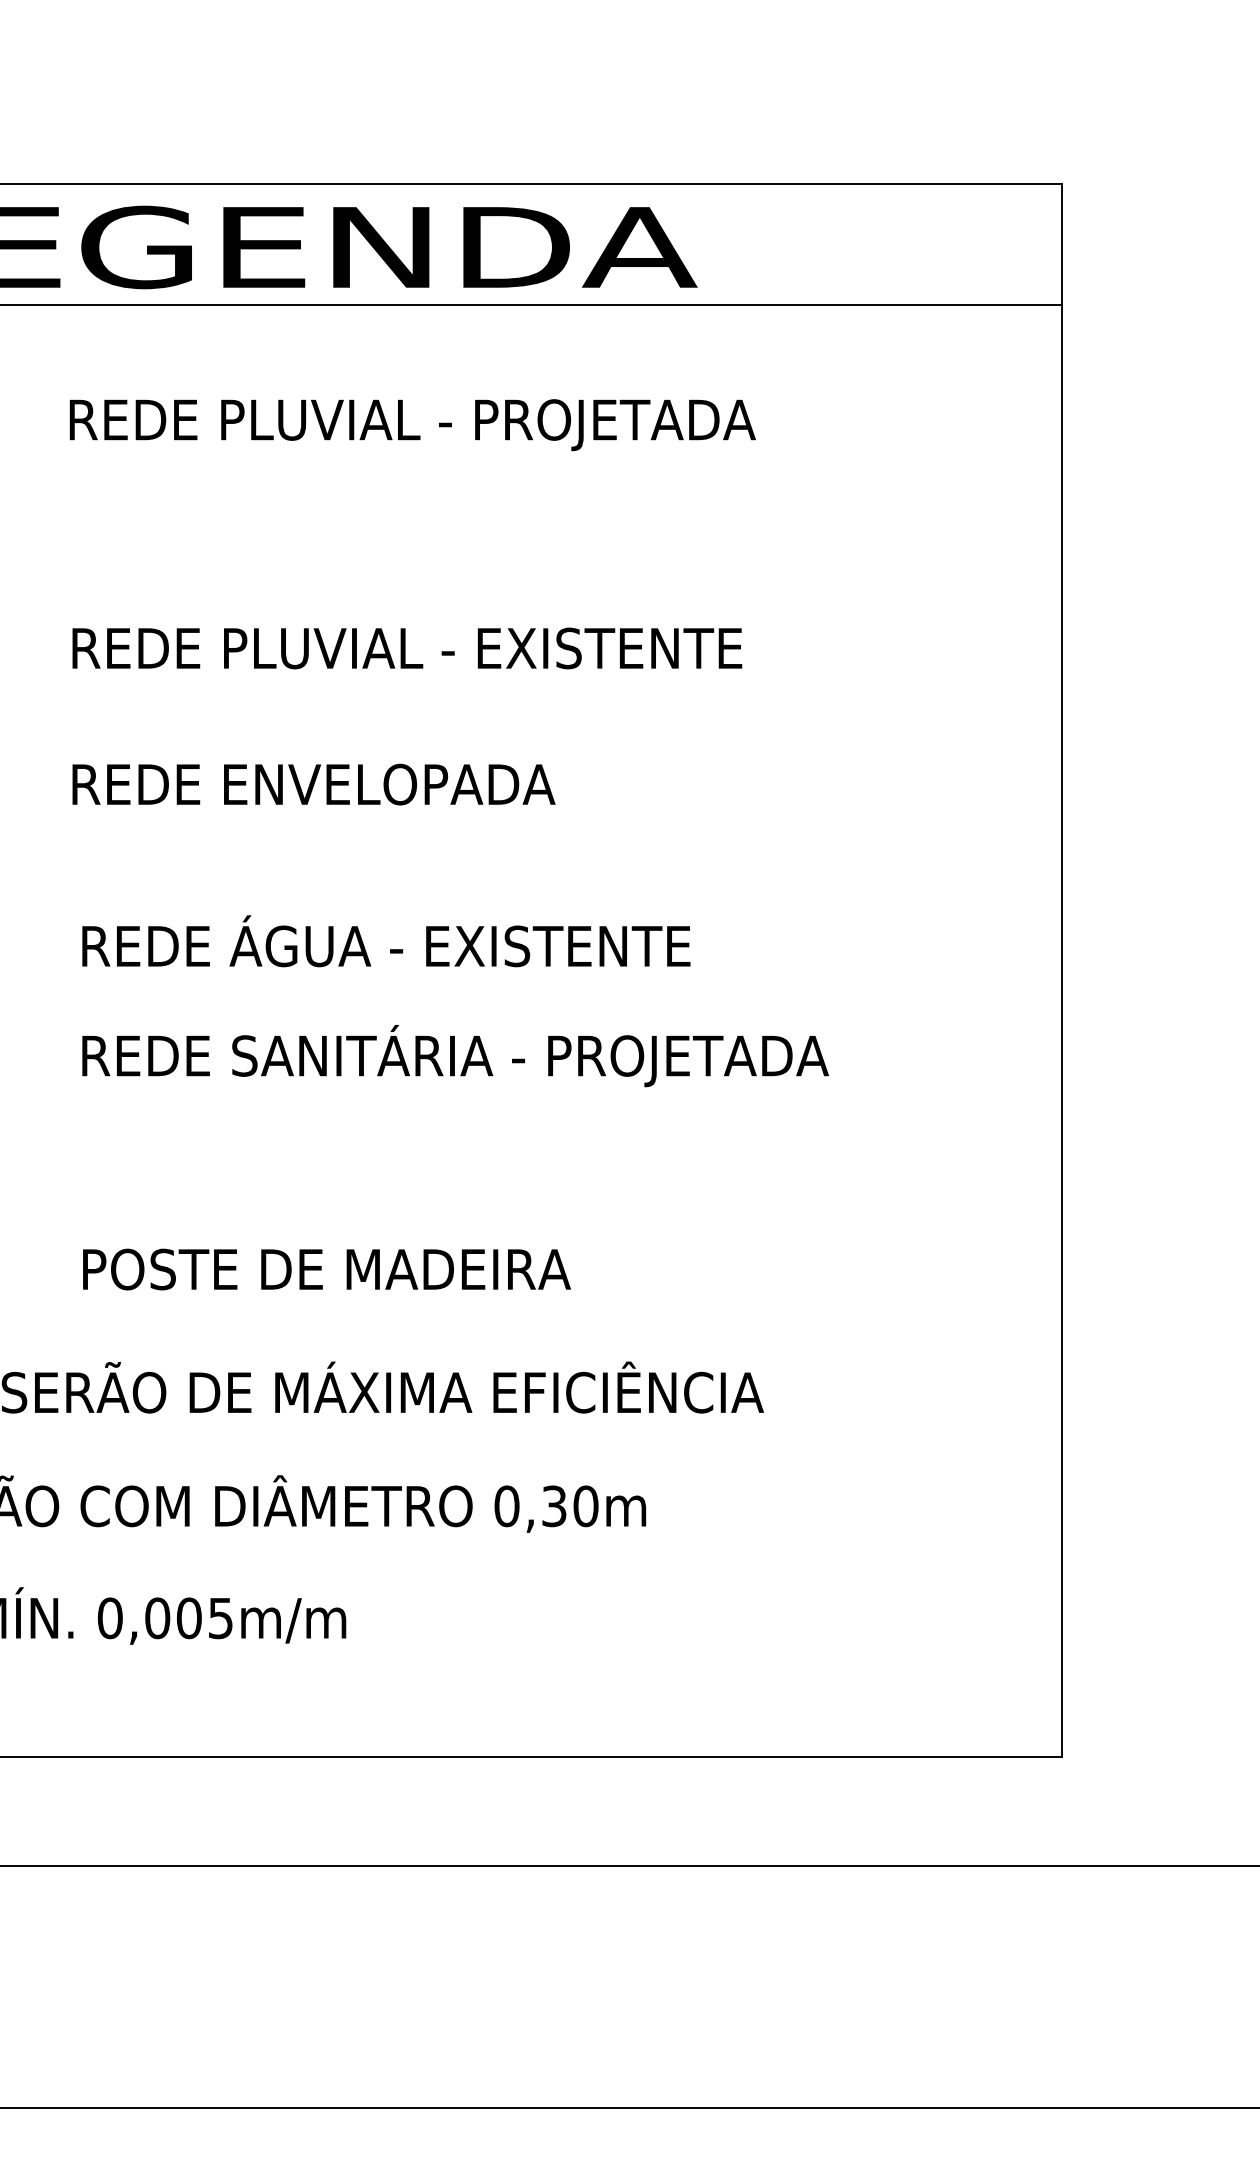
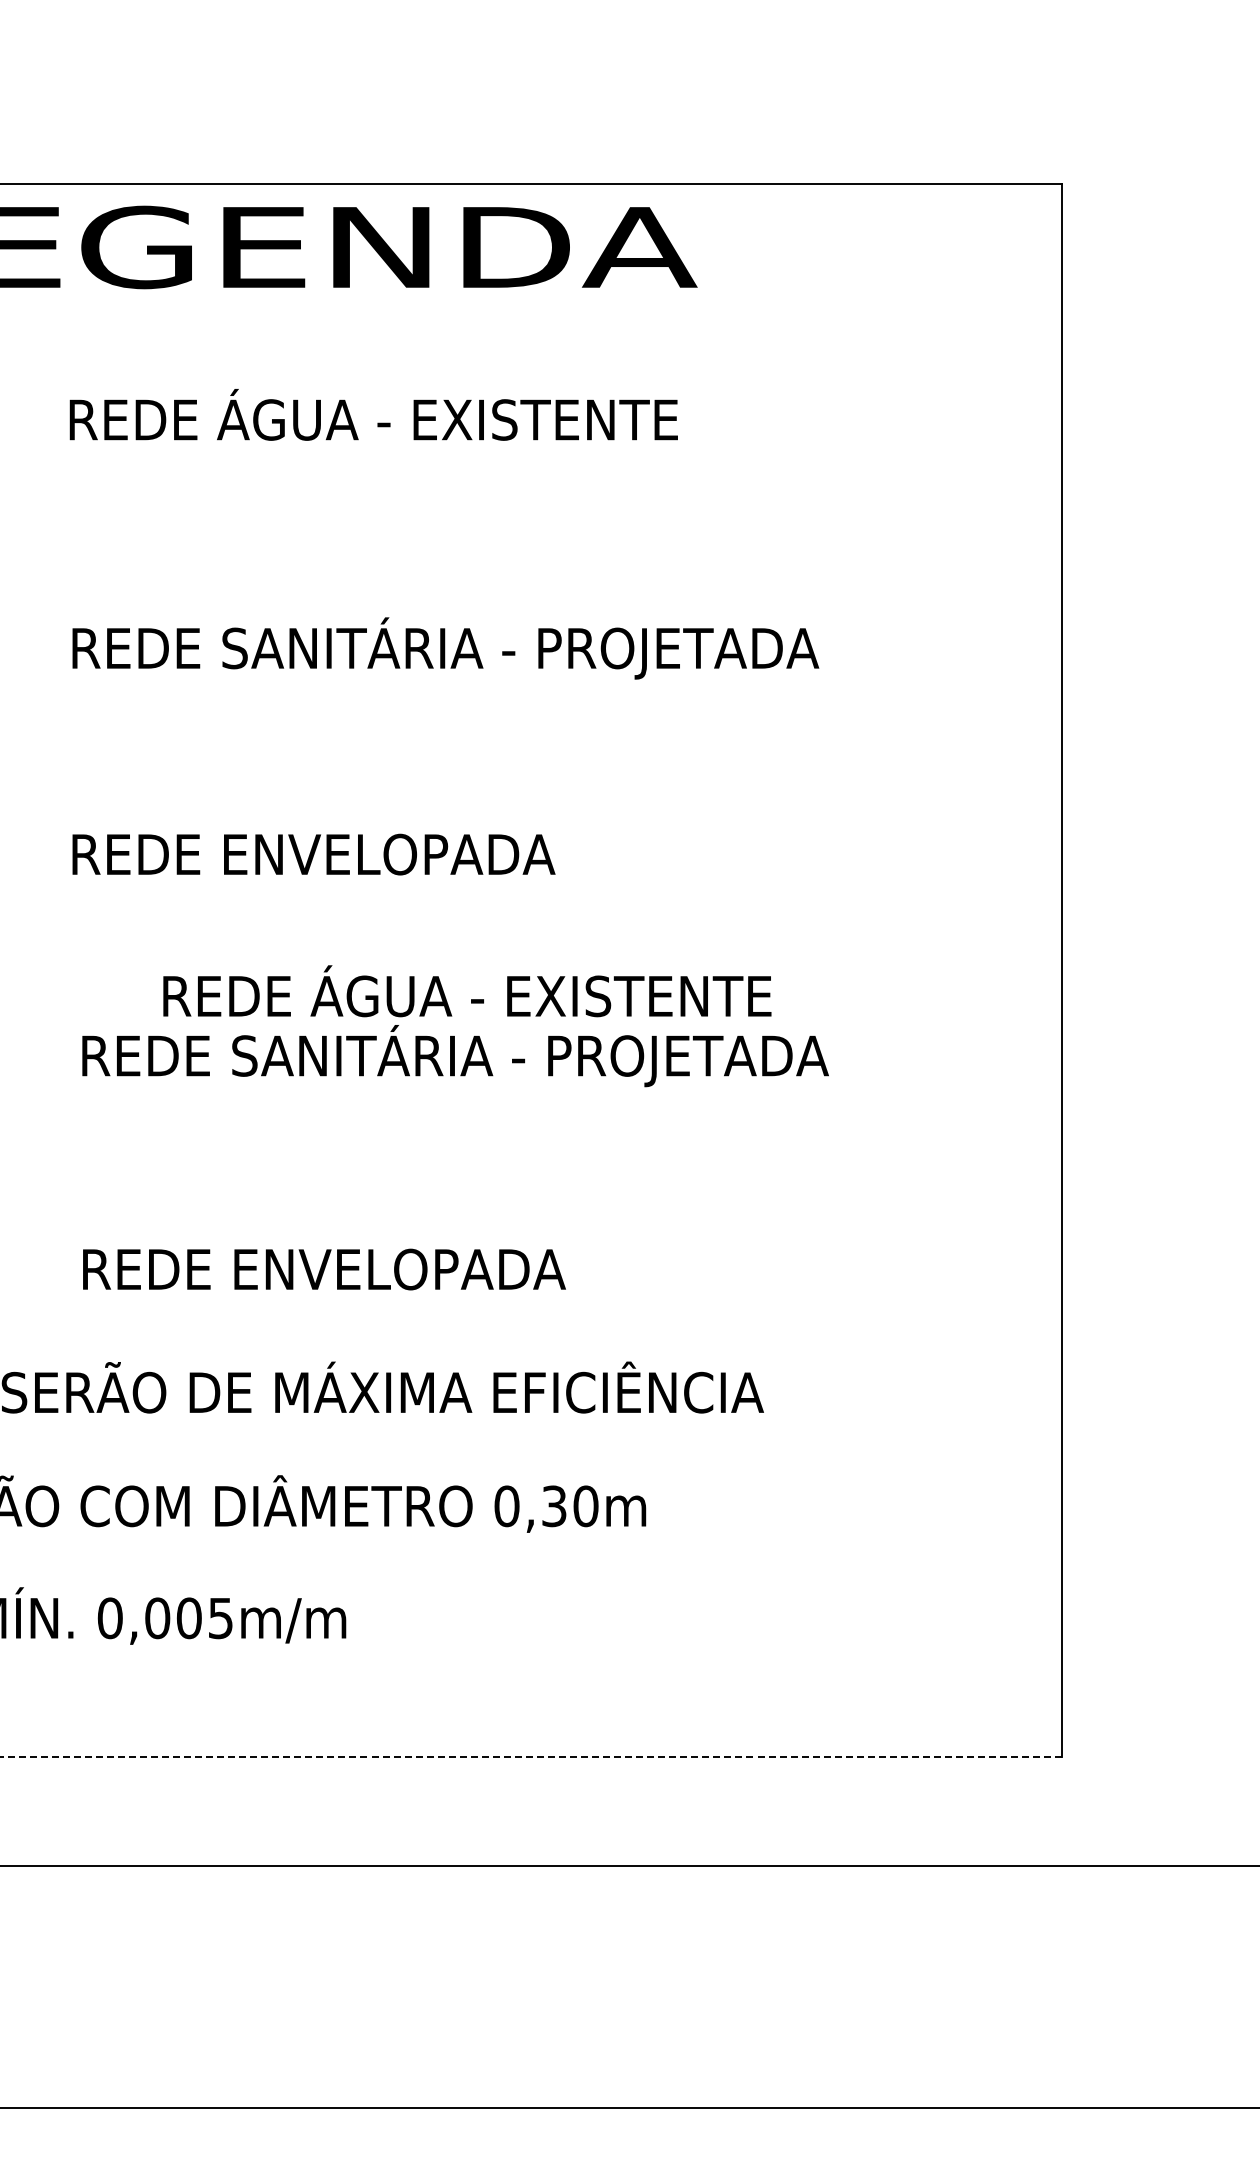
line at (532, 305): present -> none
text at (486, 420): REDE PLUVIAL - PROJETADA -> REDE ÁGUA - EXISTENTE
text at (520, 648): REDE PLUVIAL - EXISTENTE -> REDE SANITÁRIA - PROJETADA
text at (313, 784) position: (313, 784) -> (313, 854)
text at (386, 941) position: (386, 941) -> (467, 991)
text at (329, 1269): POSTE DE MADEIRA -> REDE ENVELOPADA
line at (531, 1757): solid -> dashed
